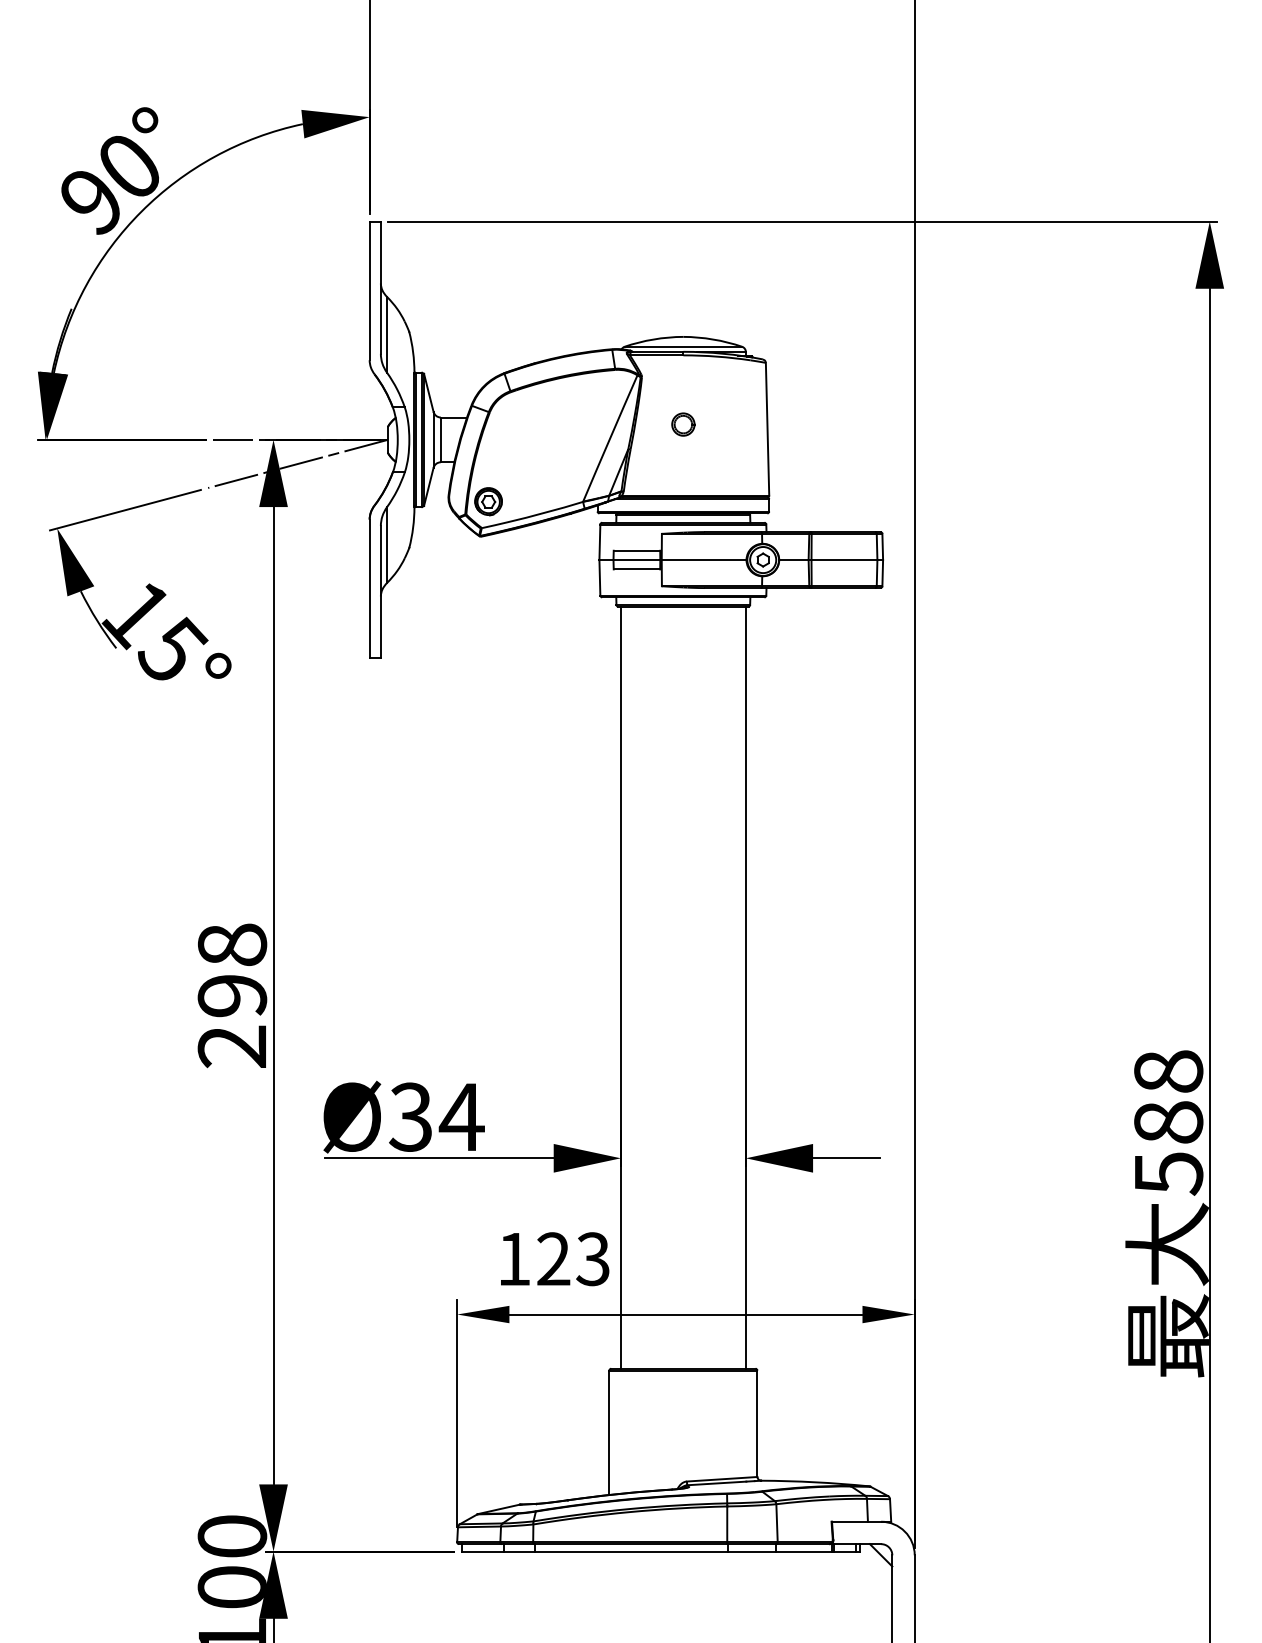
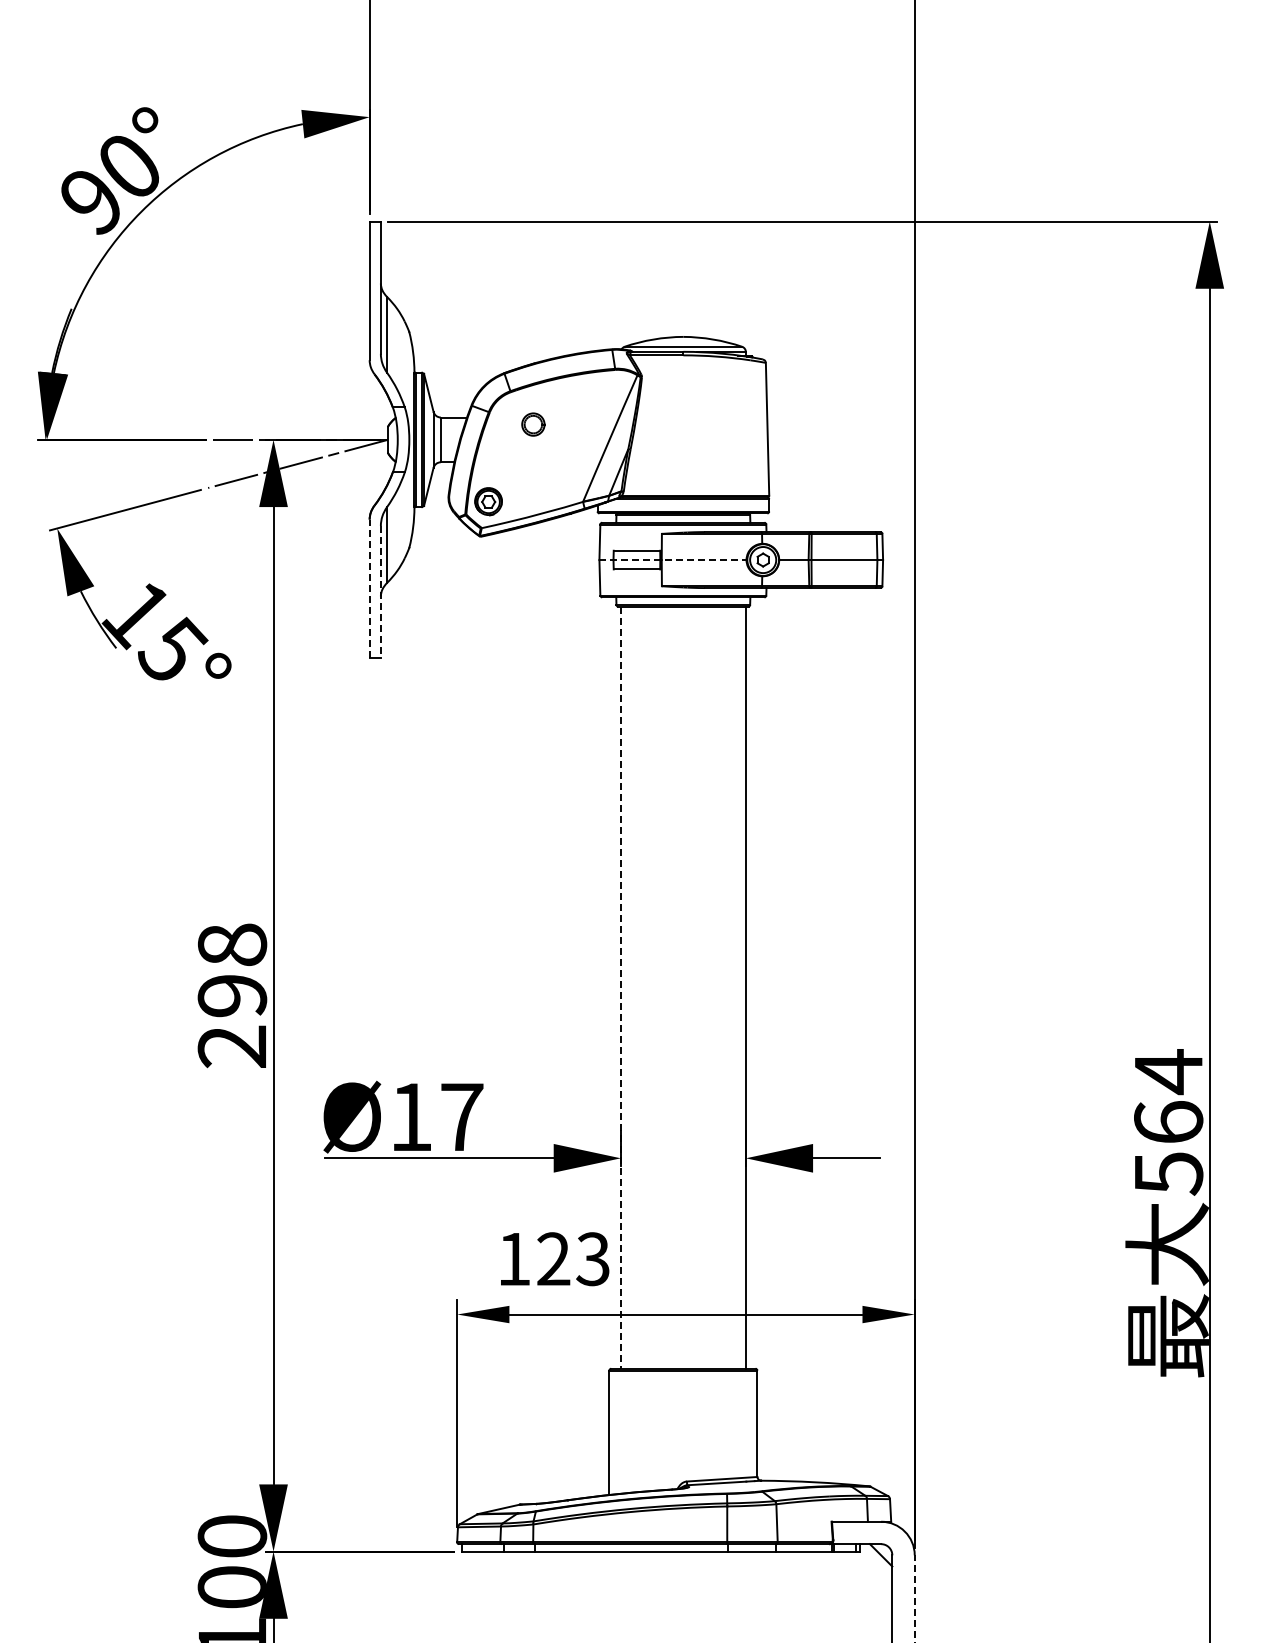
part at (683, 424) position: (683, 424) -> (533, 424)
line at (672, 560): solid -> dashed
line at (369, 588): solid -> dashed
line at (380, 592): solid -> dashed
line at (620, 988): solid -> dashed
text at (1168, 1096): 588 -> 564
text at (436, 1116): Ø34 -> Ø17
line at (914, 1598): solid -> dashed
